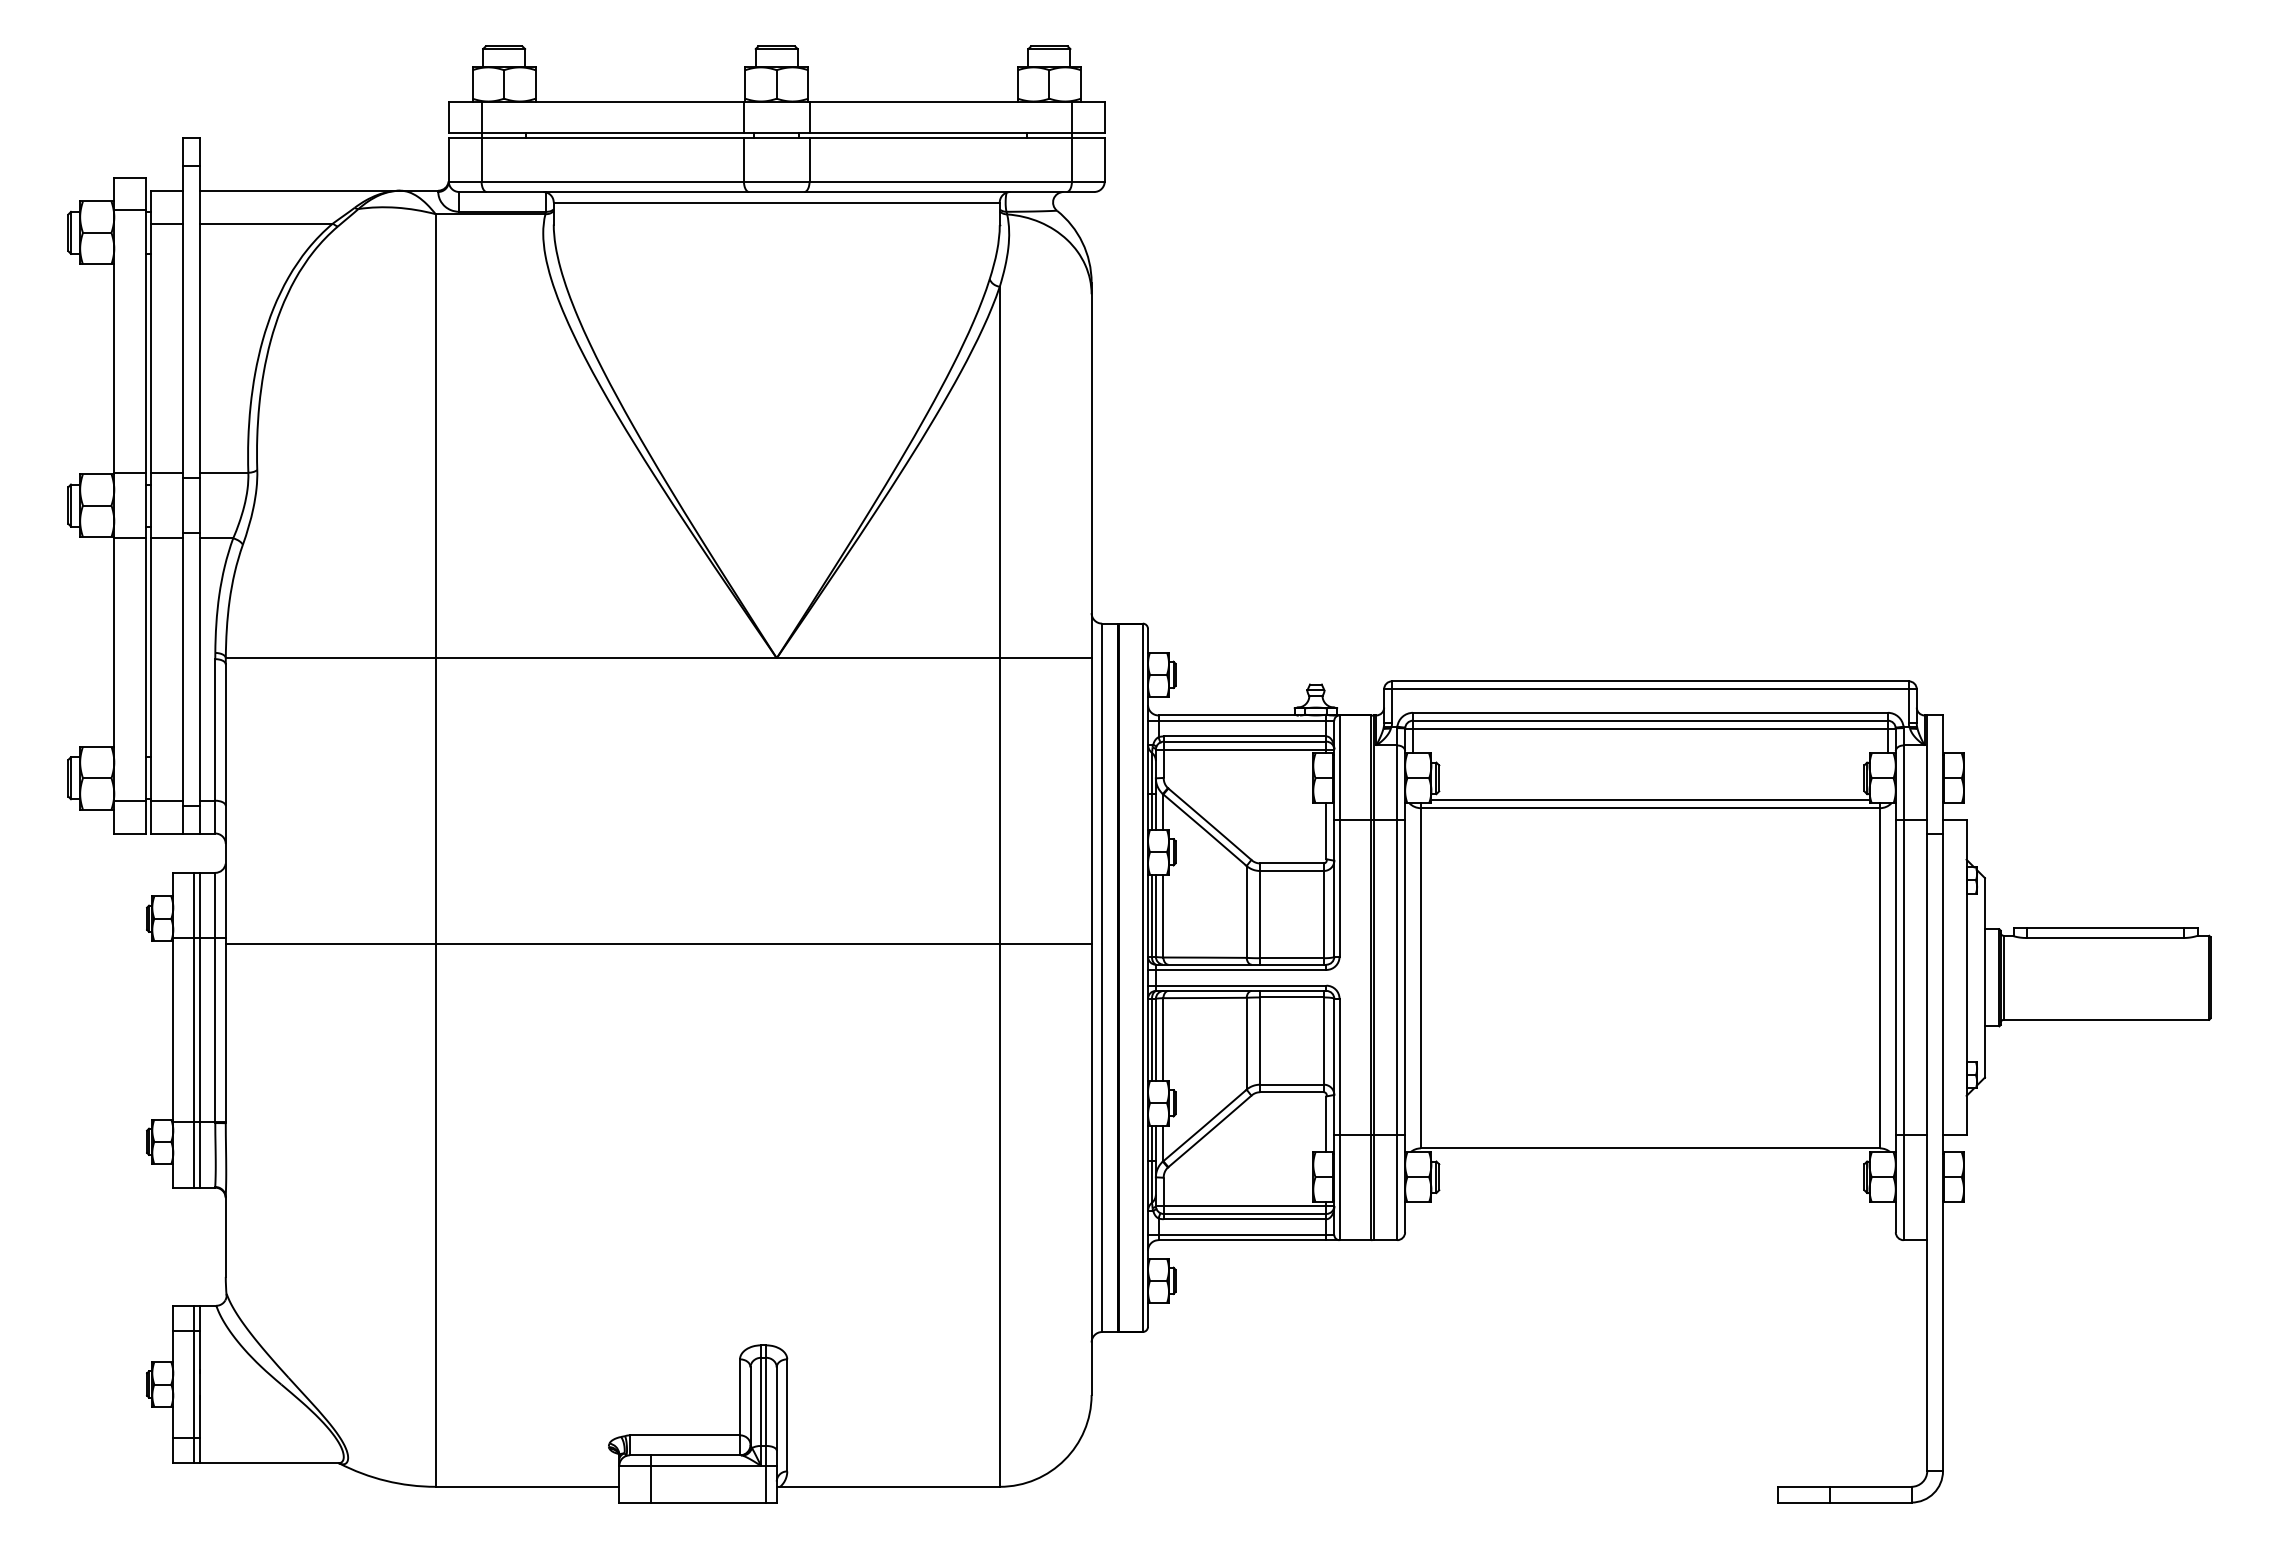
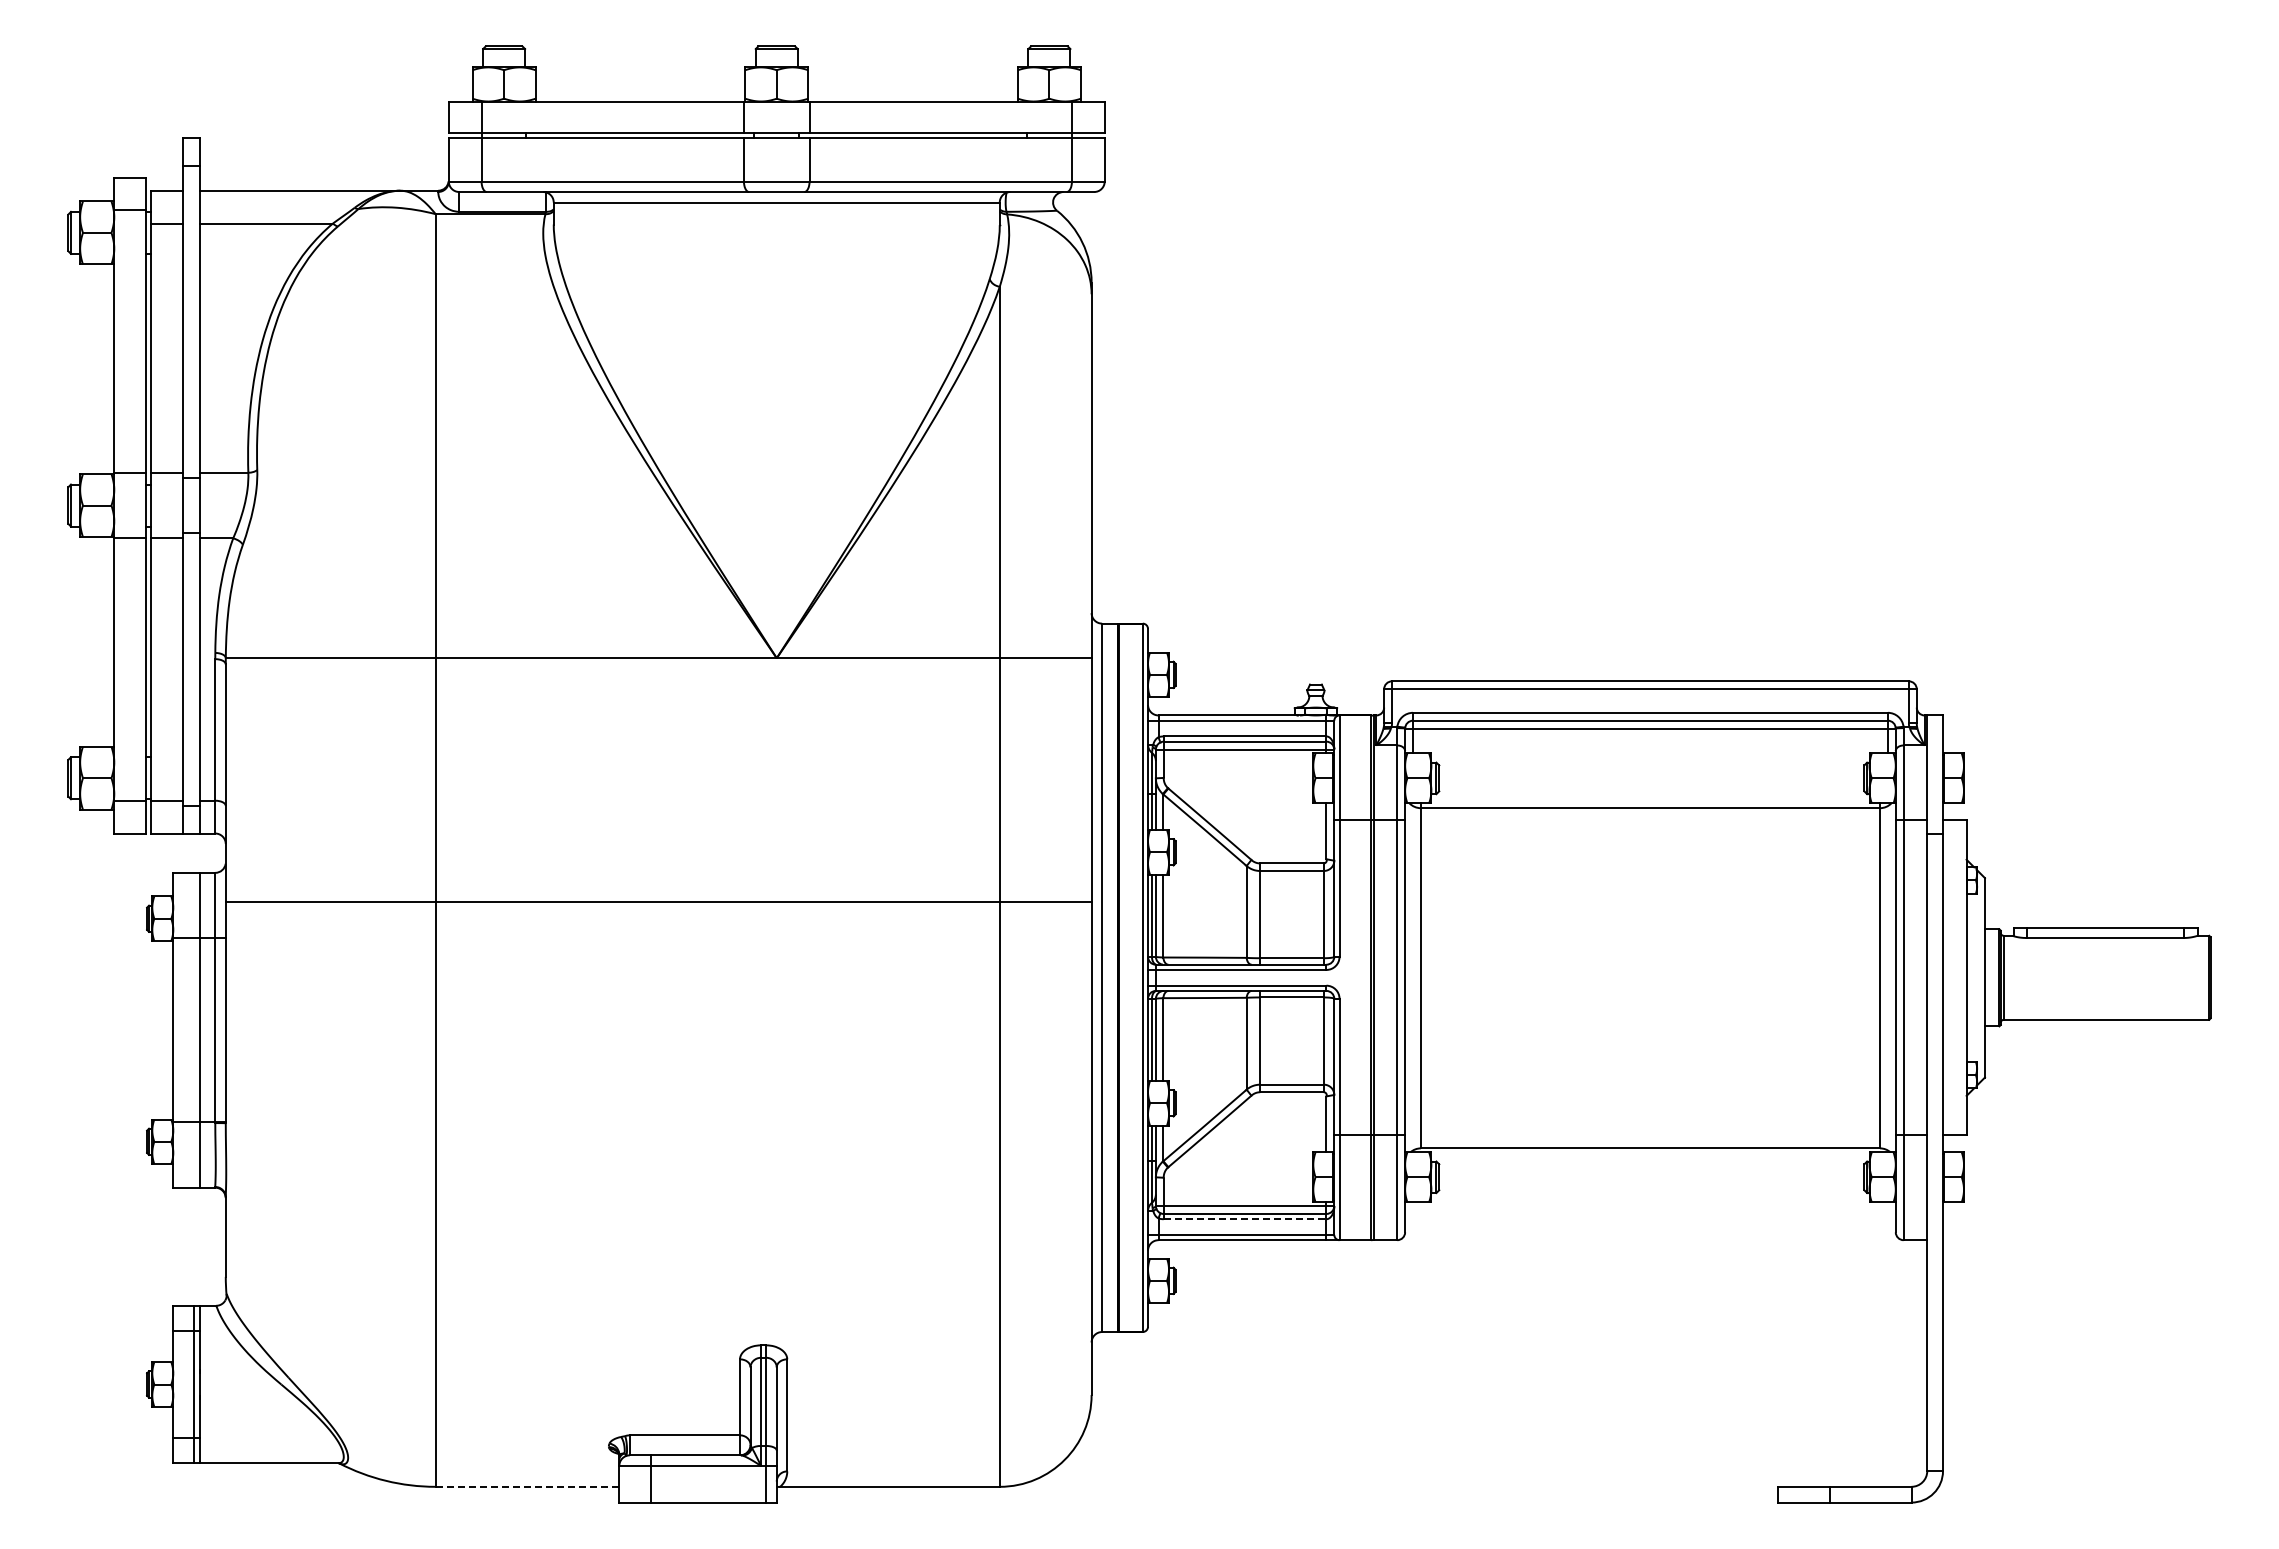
line at (1650, 800): present -> none
line at (658, 943) position: (658, 943) -> (658, 901)
line at (194, 1029): present -> none
line at (1245, 1219): solid -> dashed
line at (527, 1486): solid -> dashed
